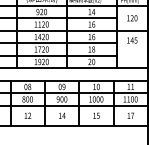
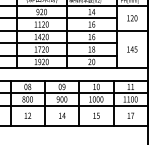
text at (132, 40) position: (132, 40) -> (132, 49)
